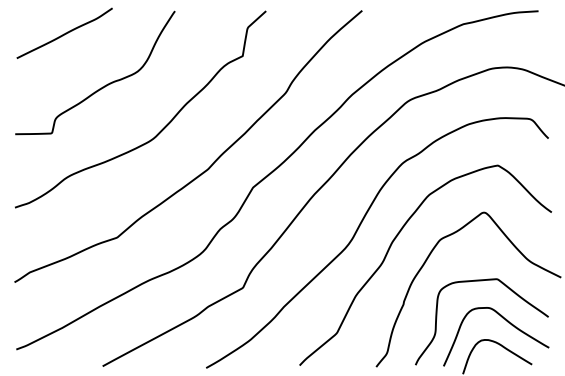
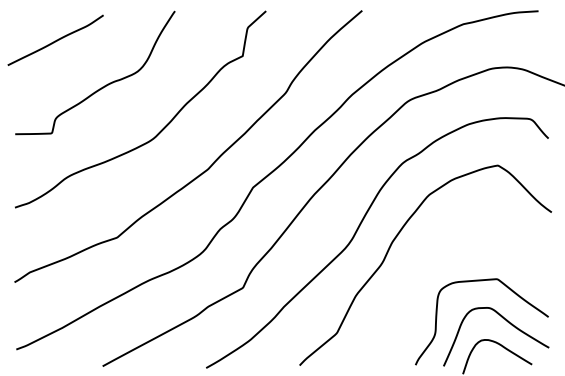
curve at (65, 32) position: (65, 32) -> (56, 39)
curve at (424, 265): present -> none
